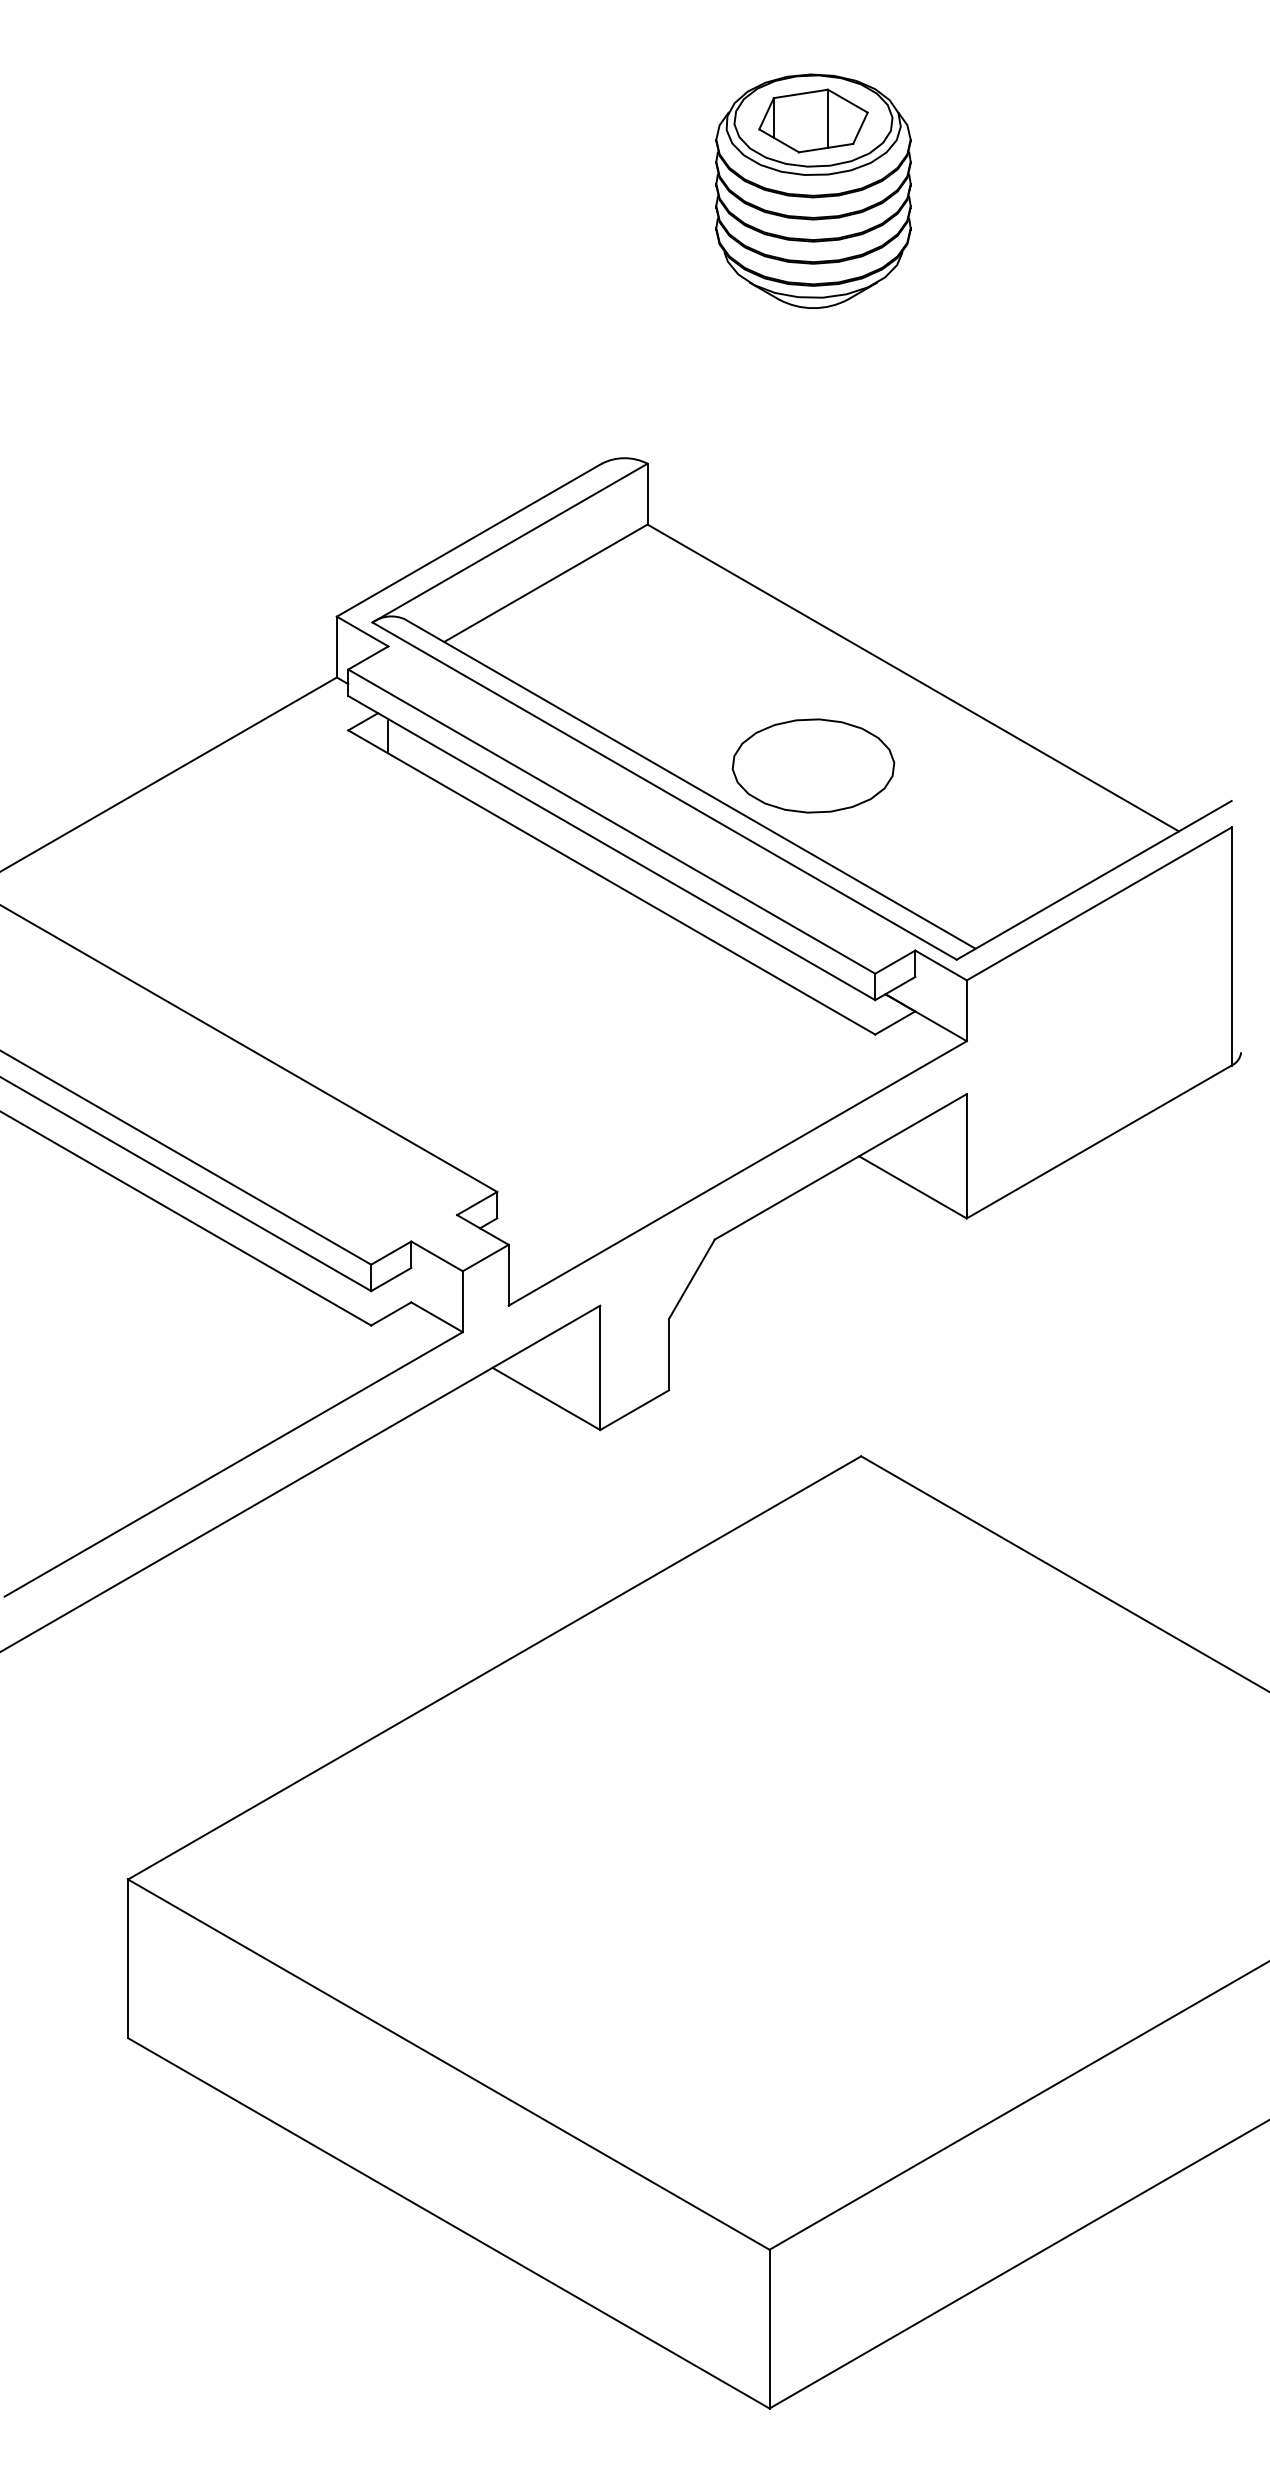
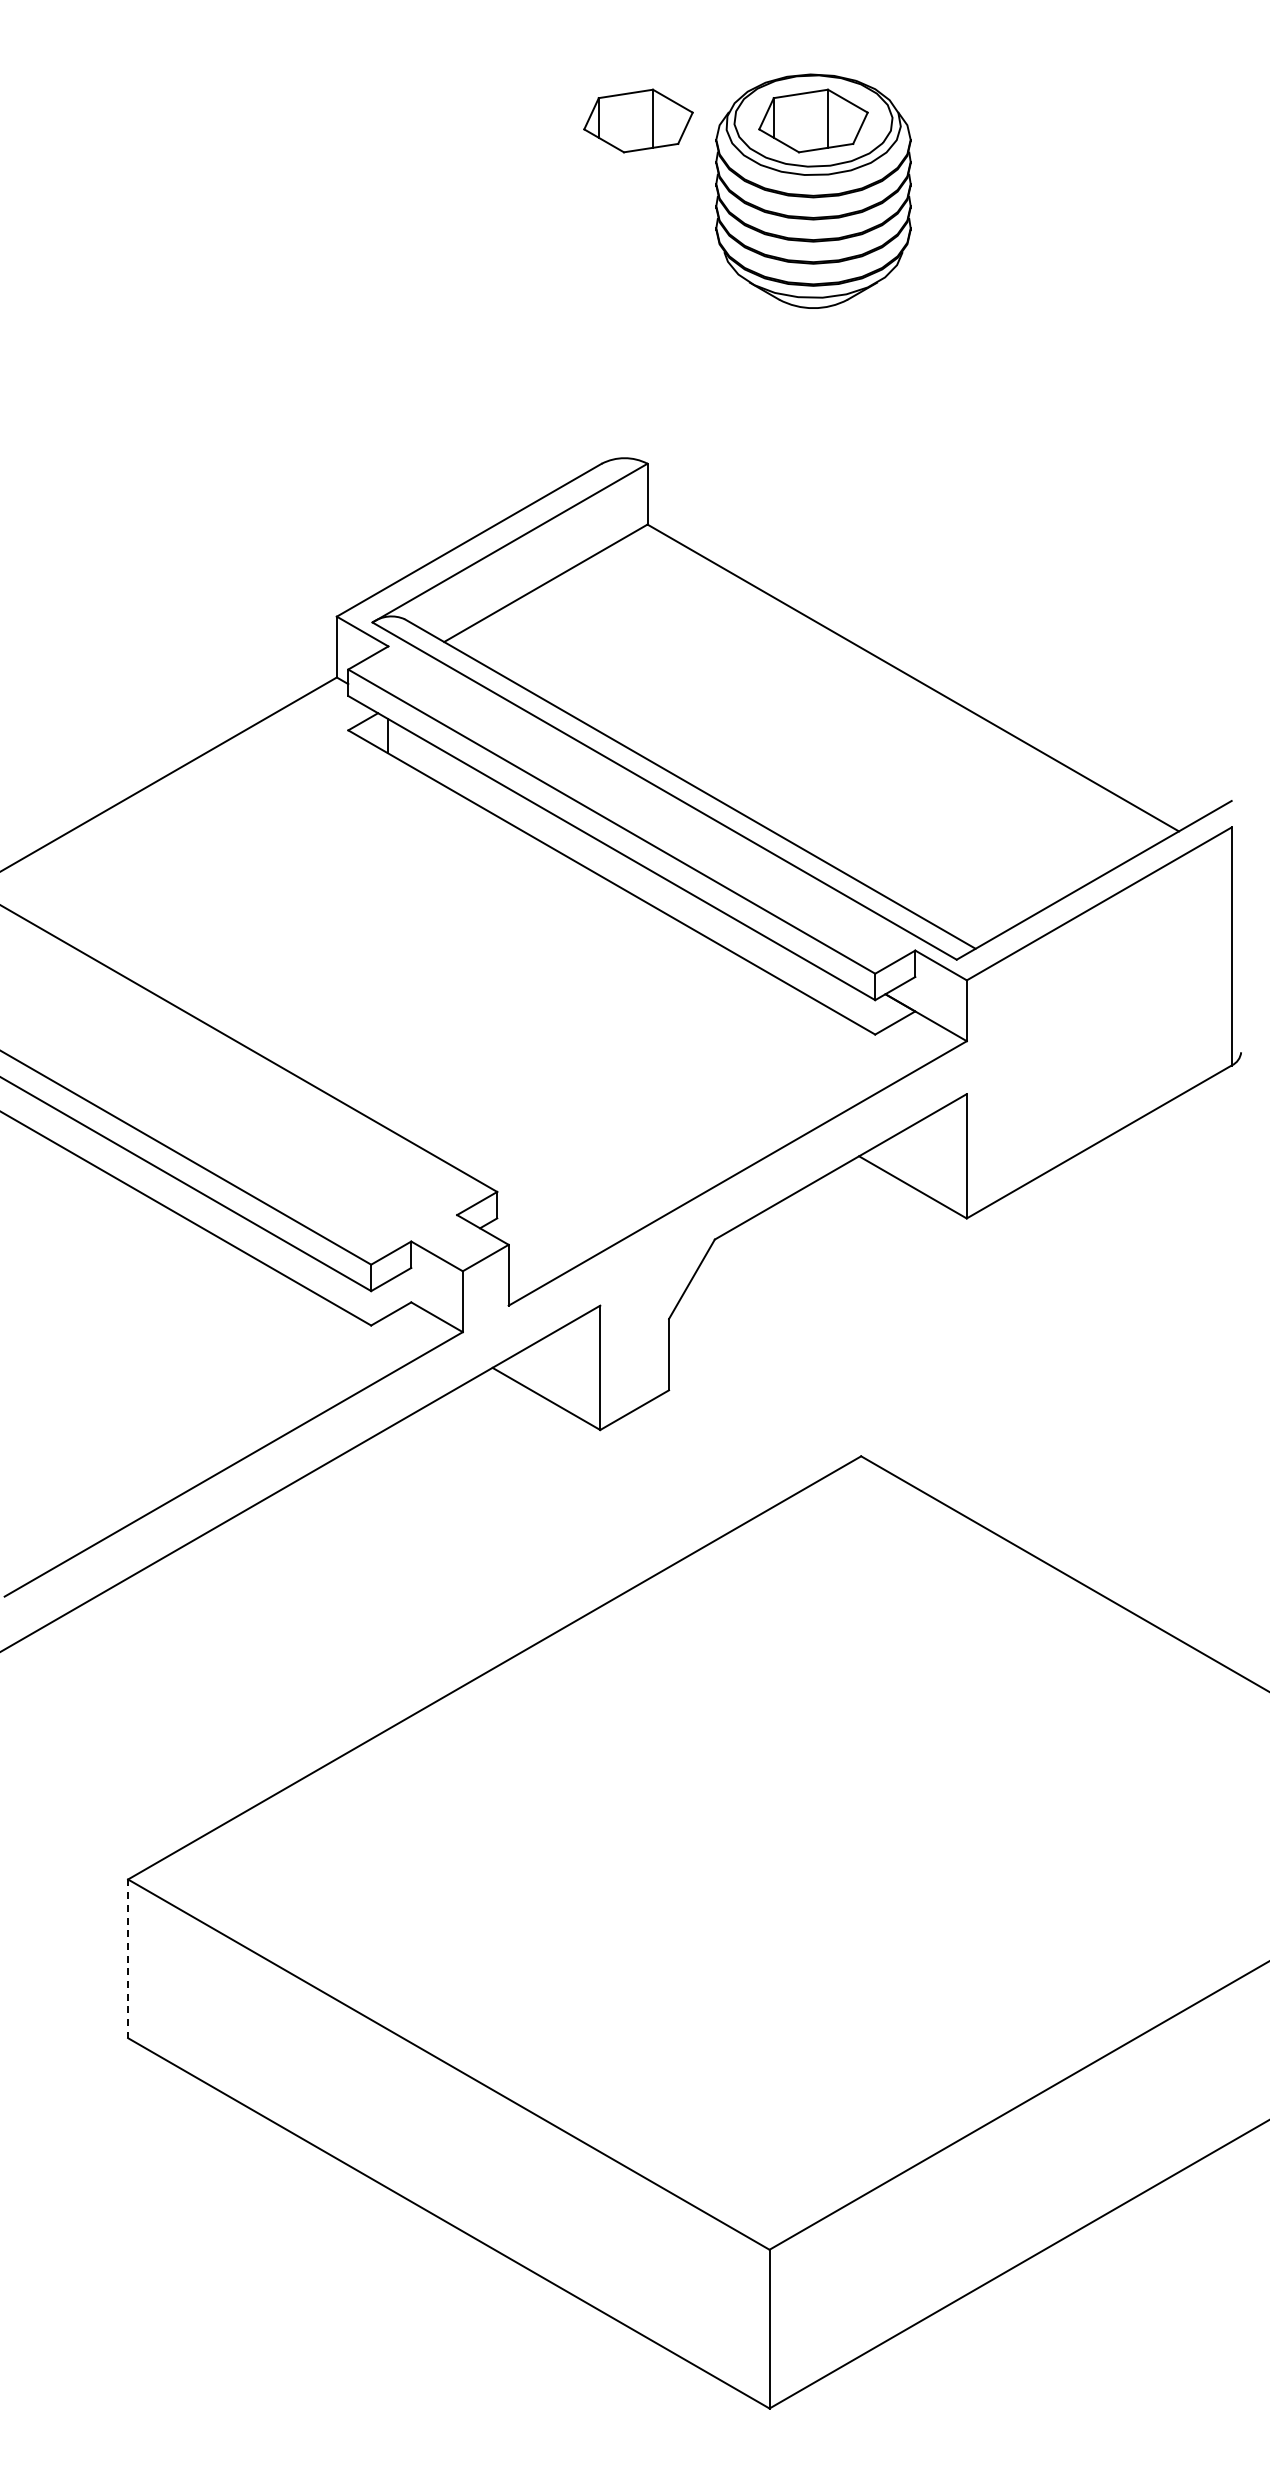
part at (638, 120): none -> present
part at (813, 765): present -> none
line at (128, 1959): solid -> dashed
